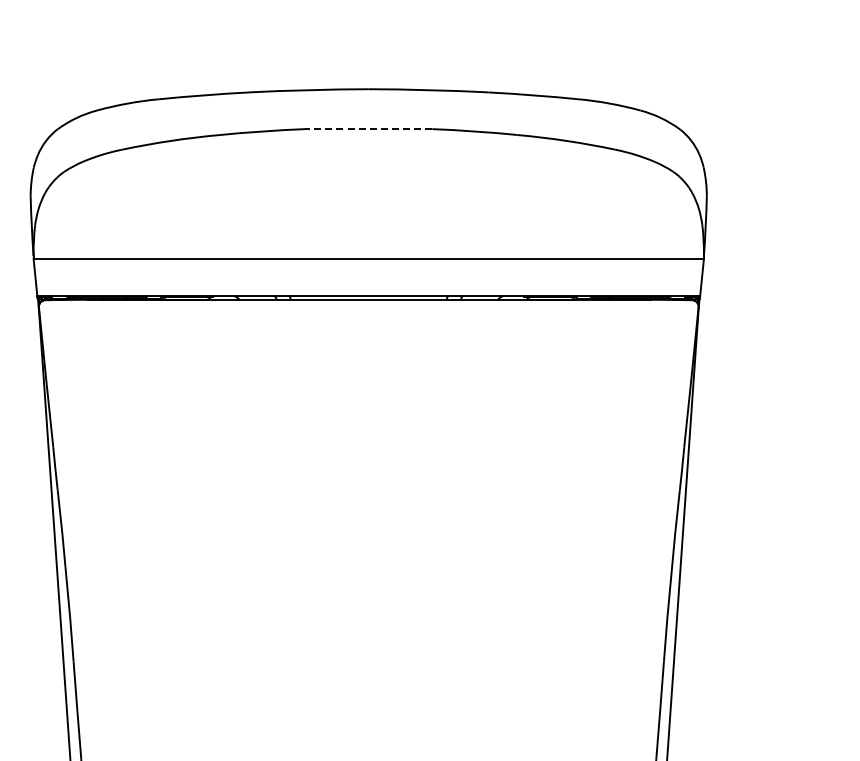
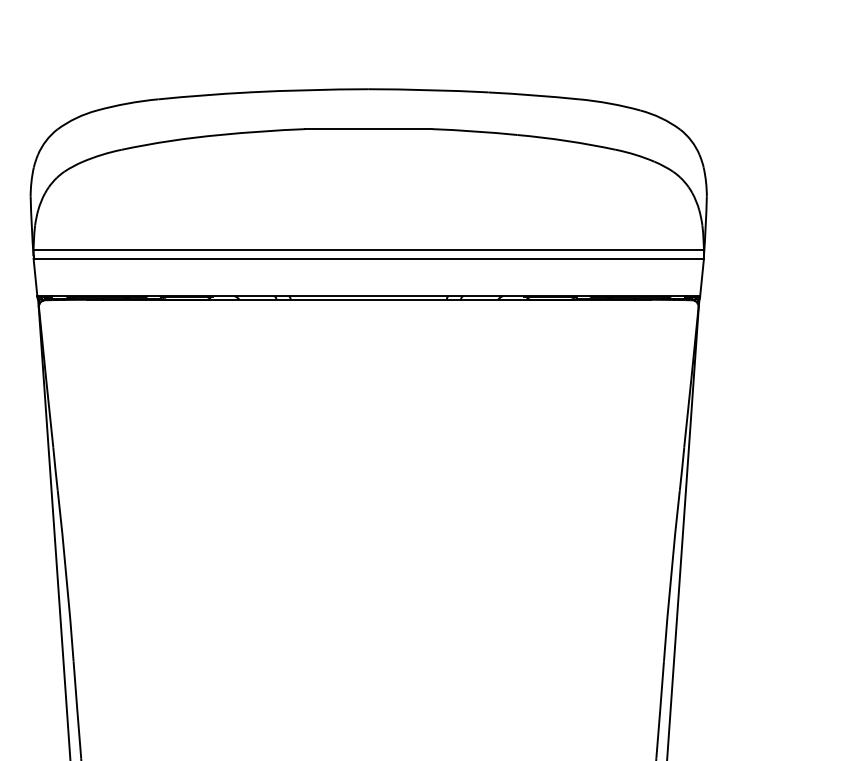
line at (368, 129): dashed -> solid
line at (368, 249): none -> present
